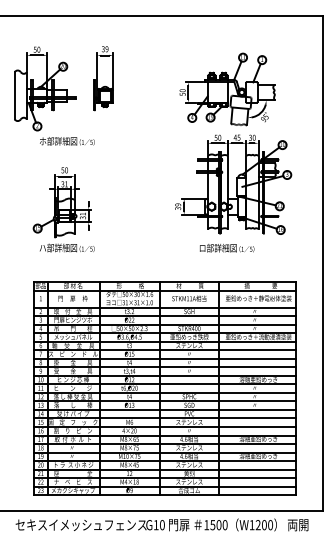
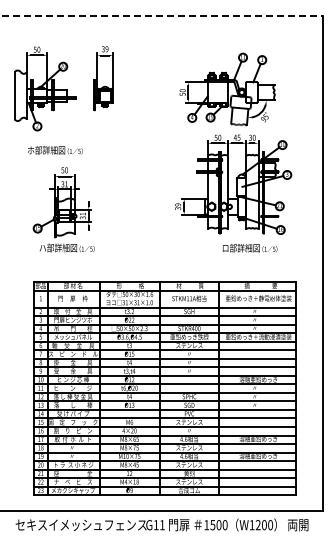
line at (162, 16): solid -> dashed
text at (67, 141) position: (67, 141) -> (55, 150)
text at (227, 248) position: (227, 248) -> (250, 248)
text at (162, 525): G10 -> G11
